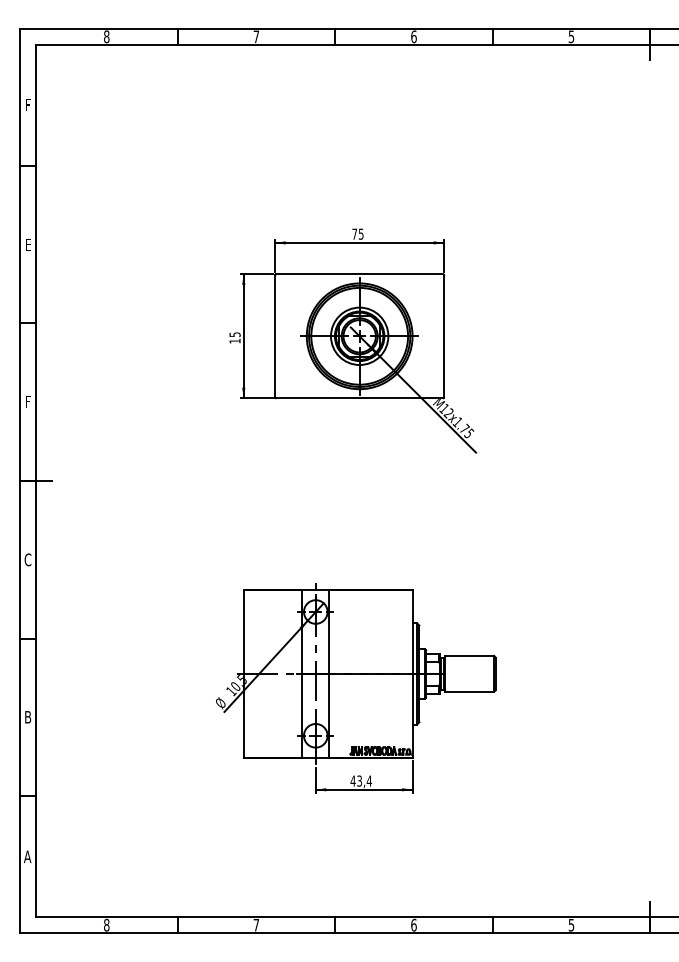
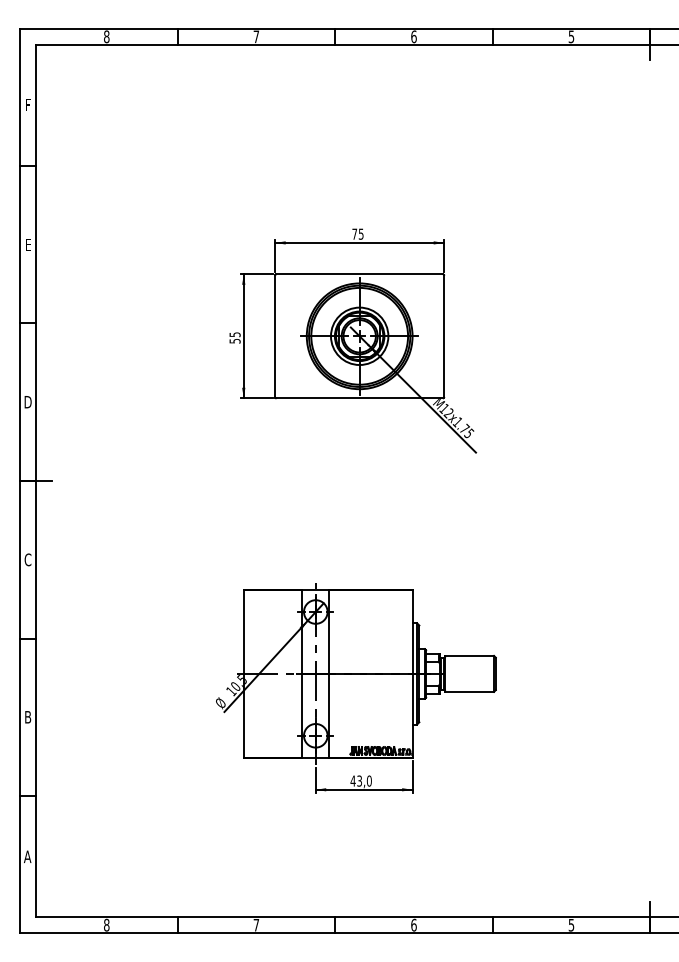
text at (234, 341): 15 -> 55
text at (27, 402): F -> D
text at (368, 780): 43,4 -> 43,0
